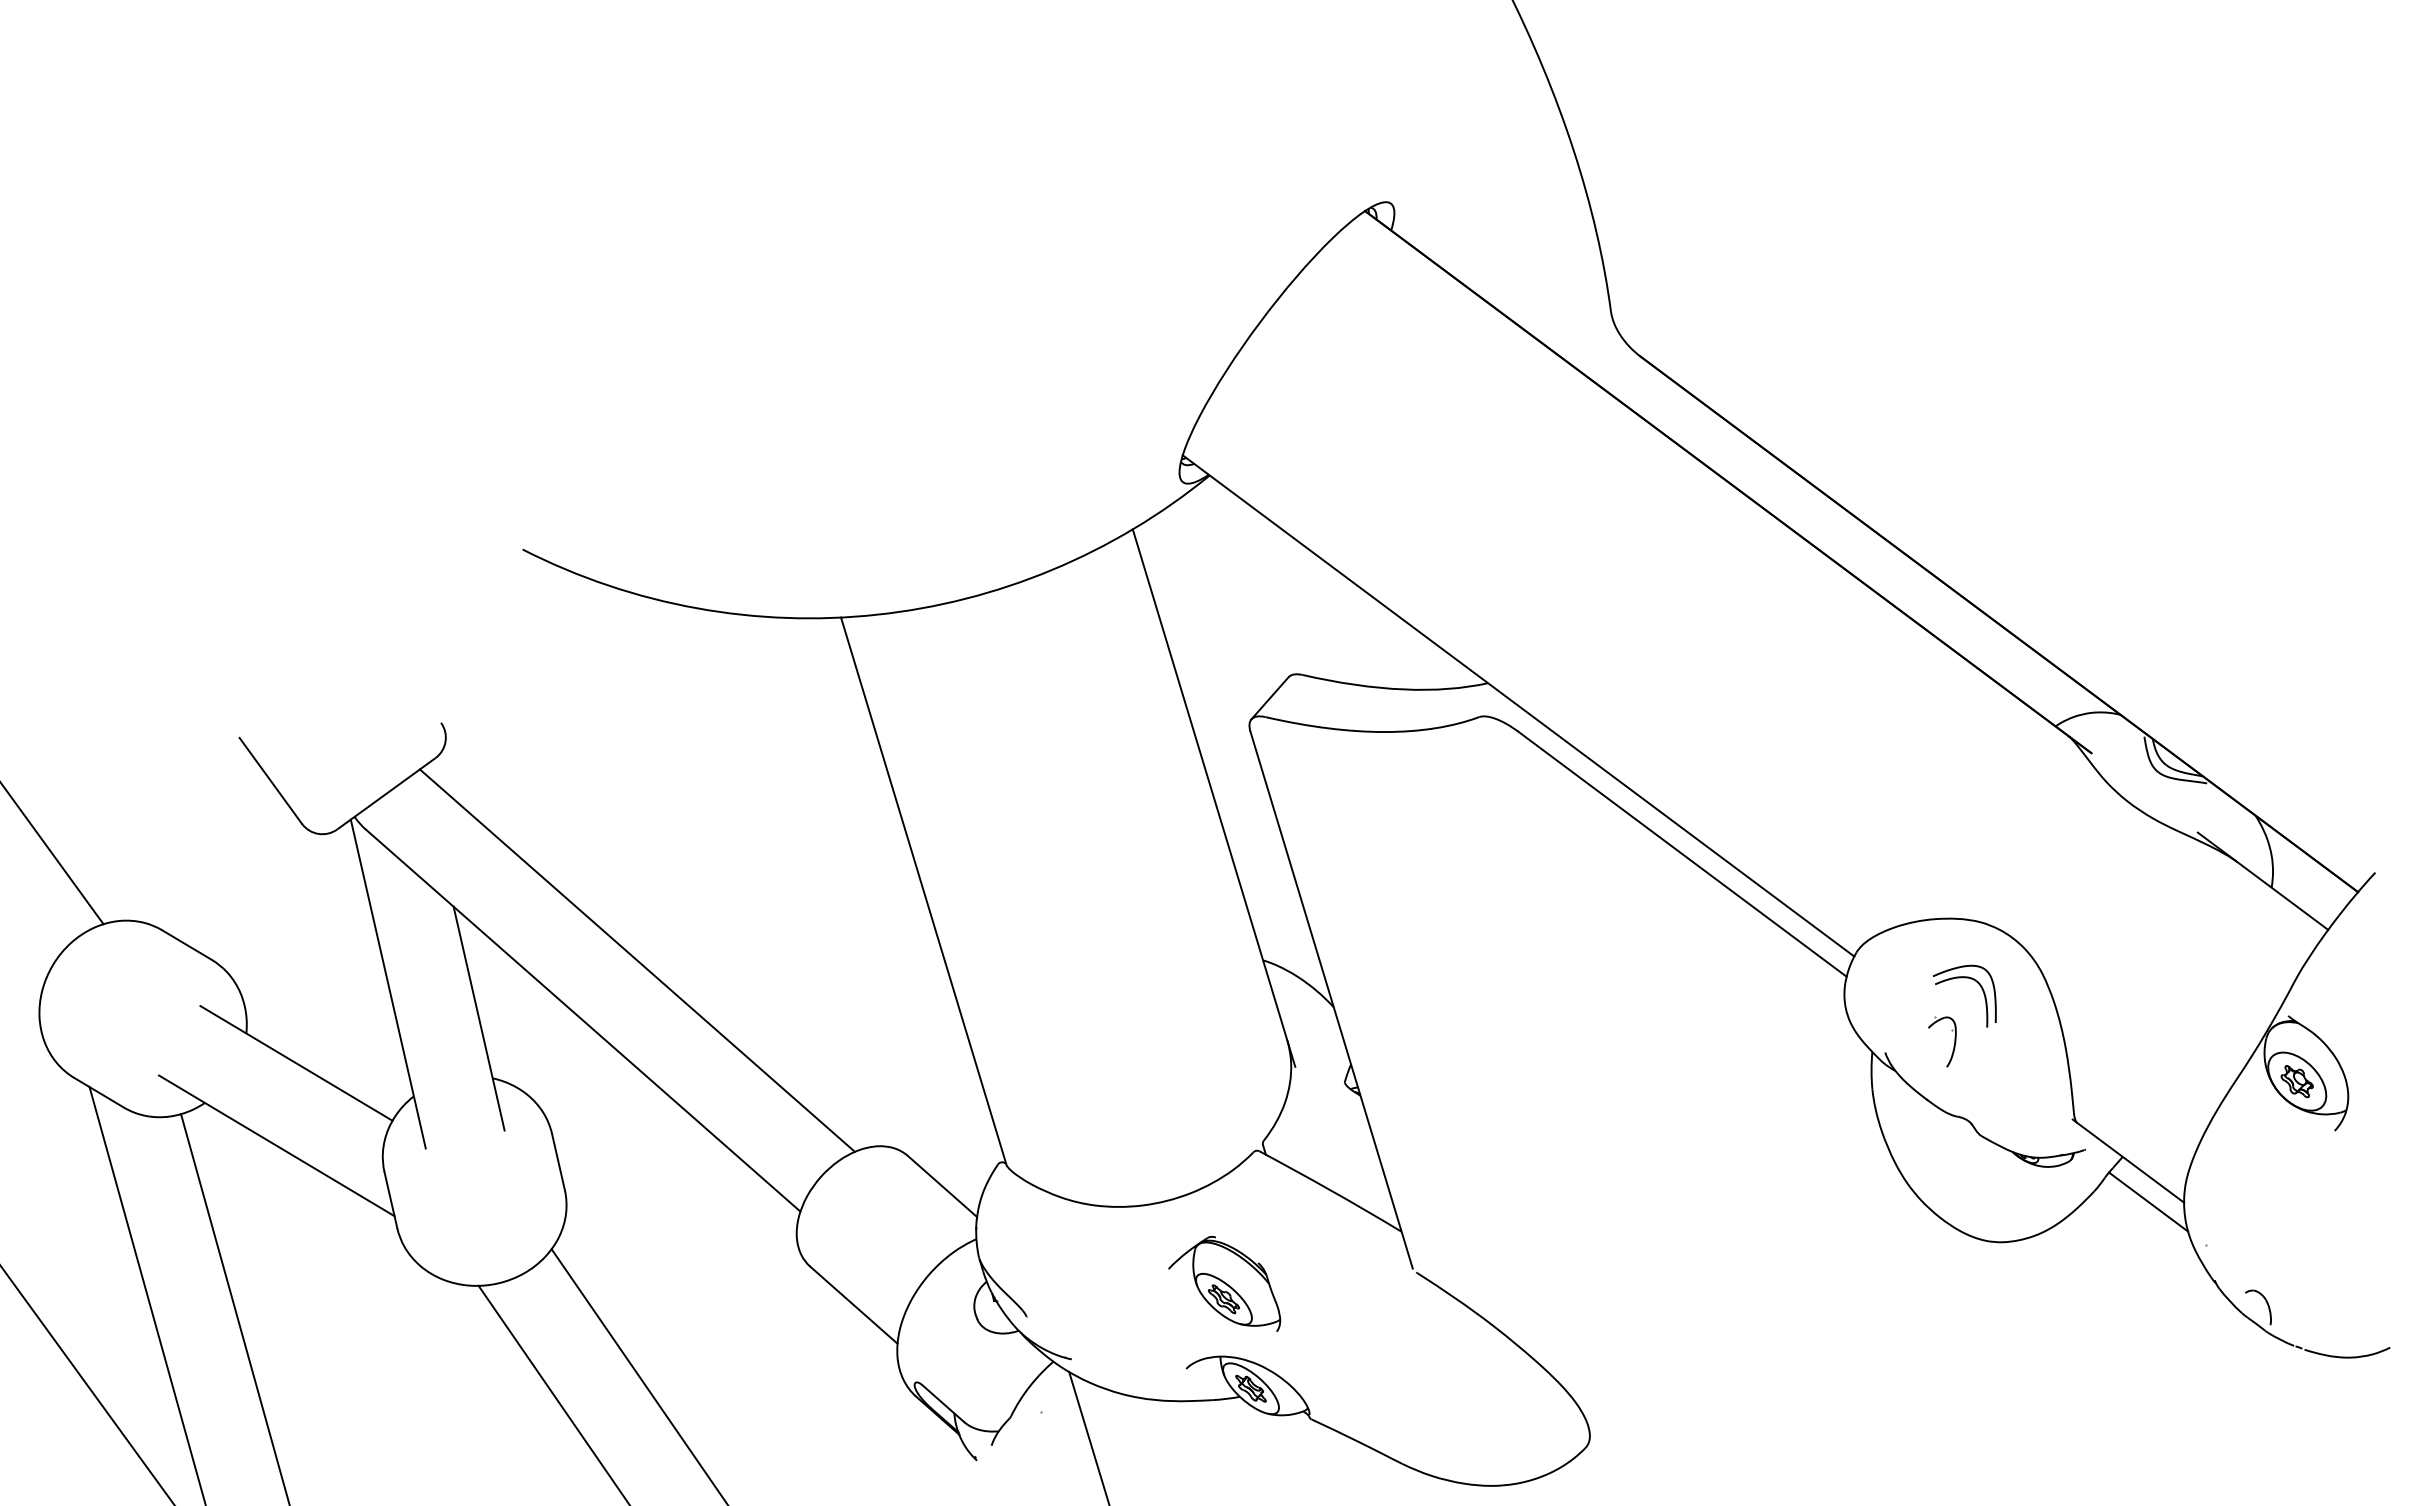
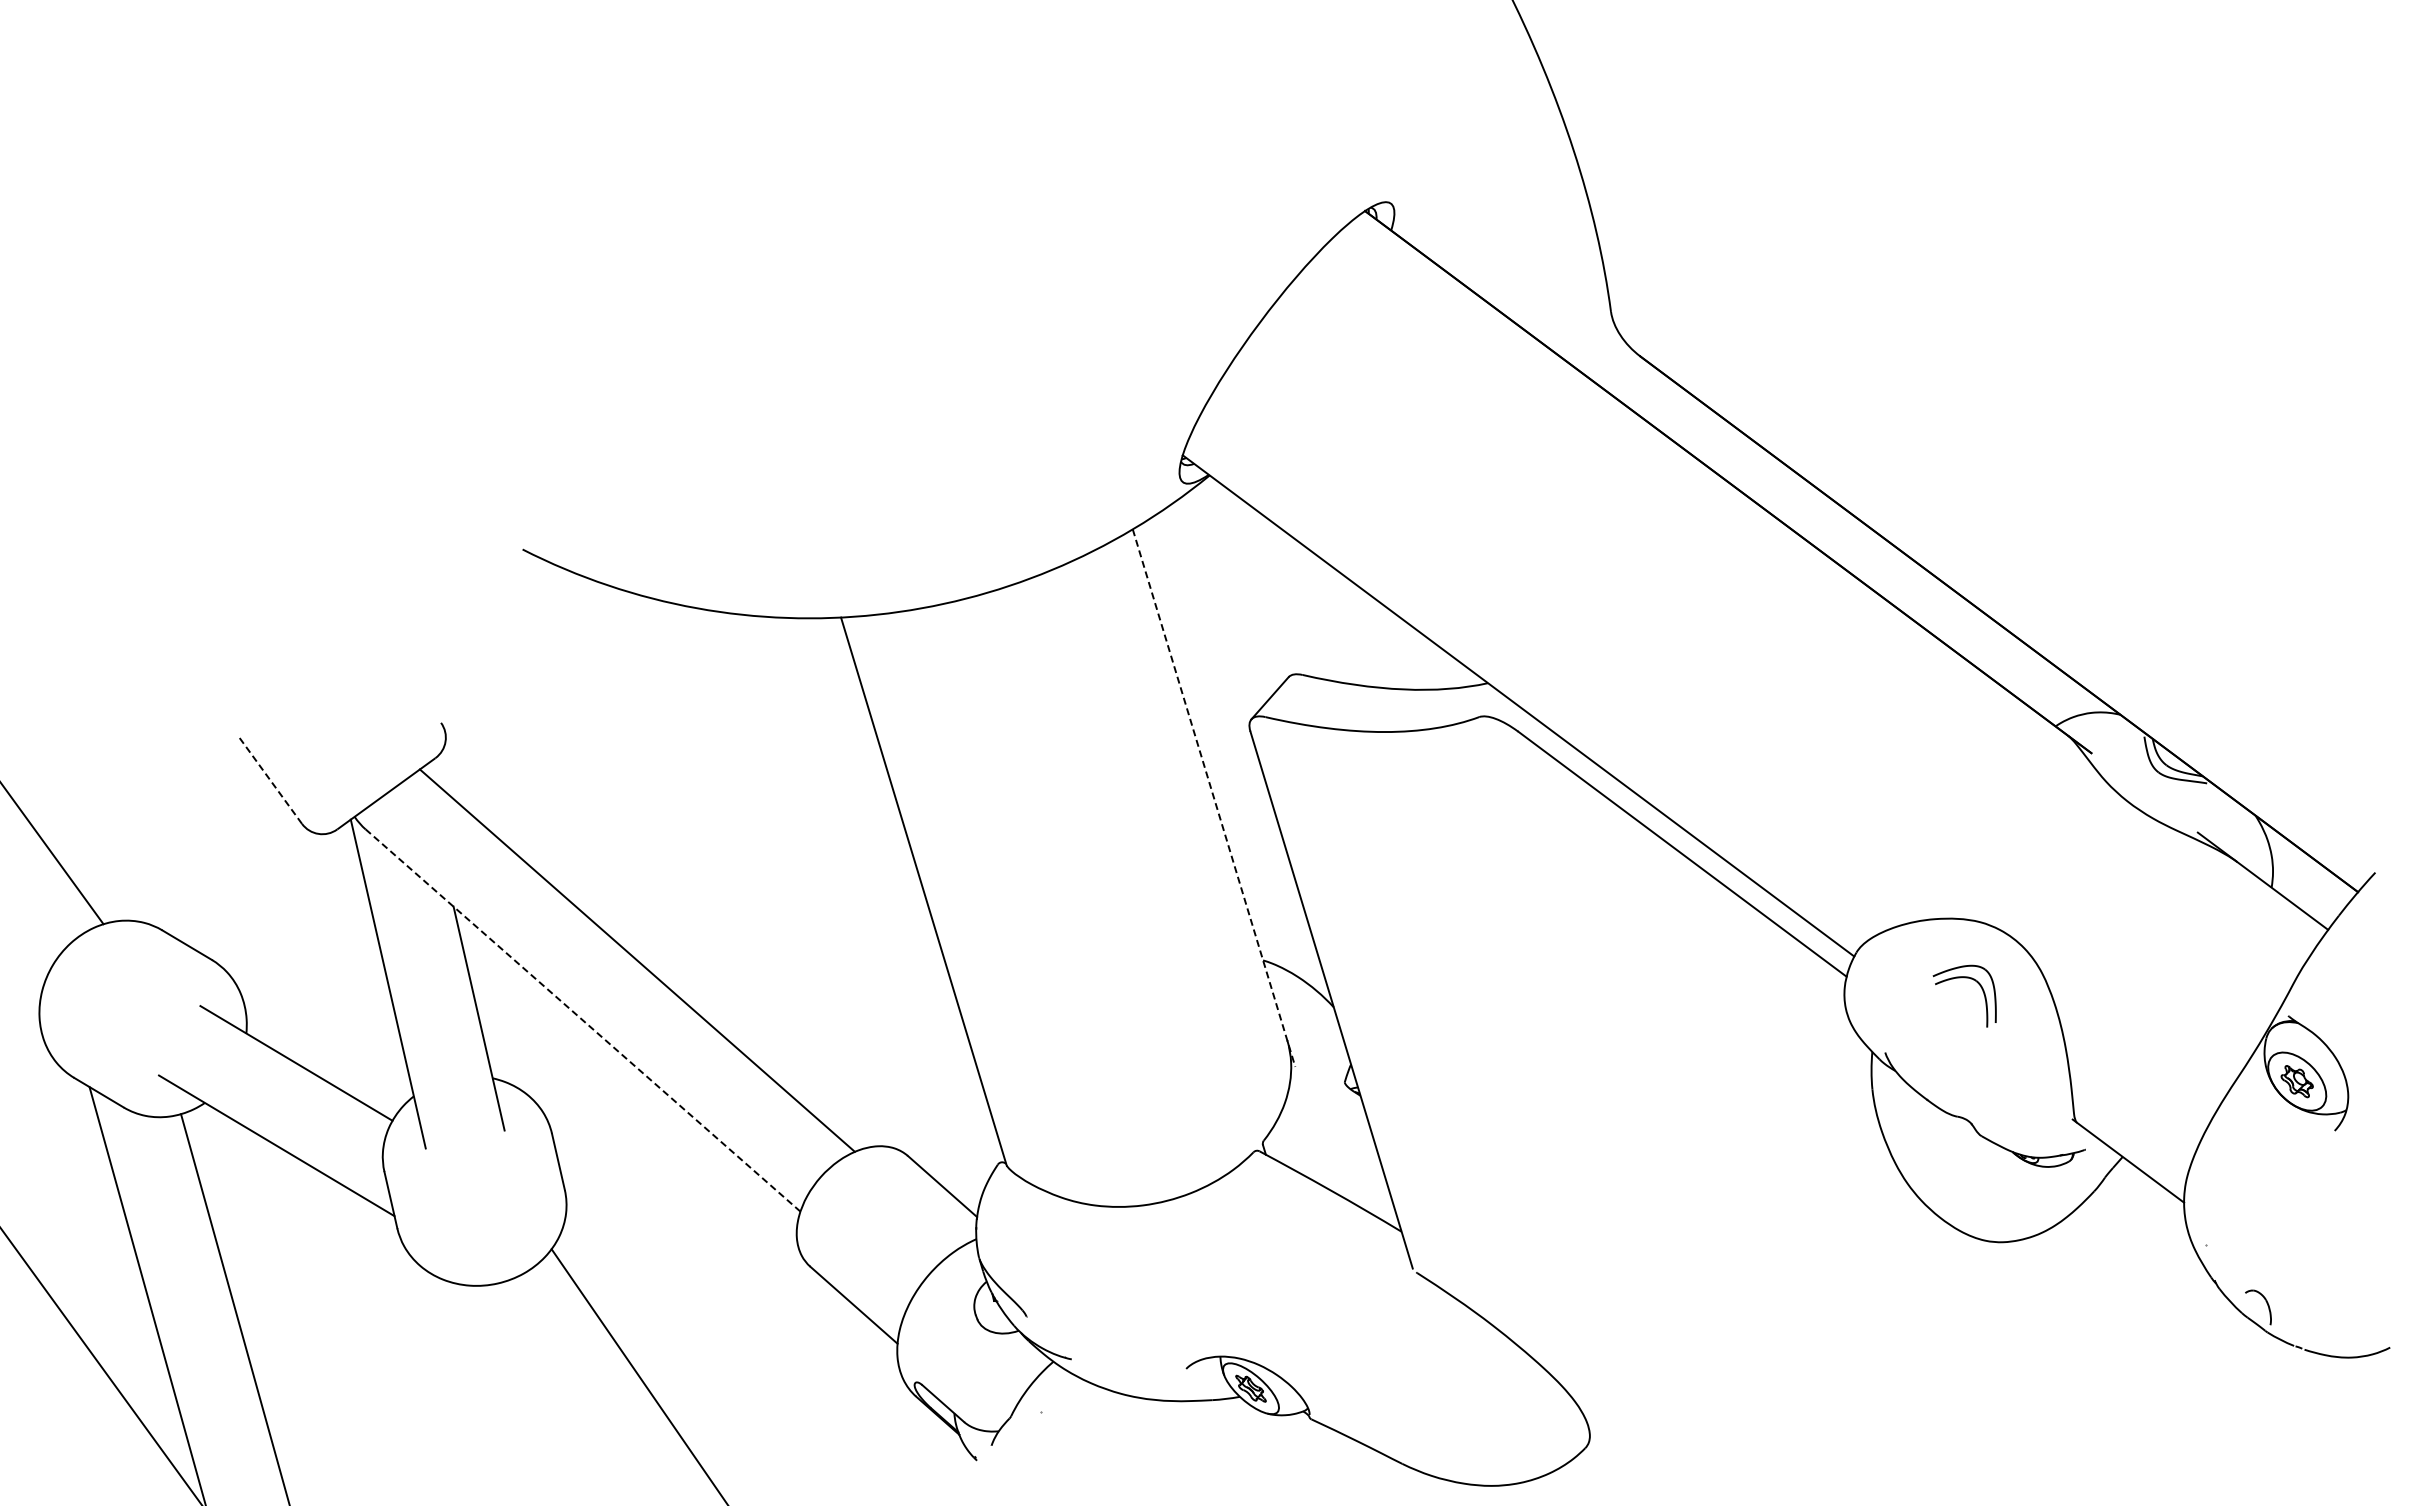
line at (270, 780): solid -> dashed
line at (1214, 798): solid -> dashed
line at (582, 1020): solid -> dashed
part at (1953, 1045): present -> none
line at (2148, 1201): present -> none
part at (1224, 1283): present -> none
line at (87, 1385) position: (87, 1385) -> (101, 1366)
line at (552, 1393): present -> none
line at (1088, 1437): present -> none
